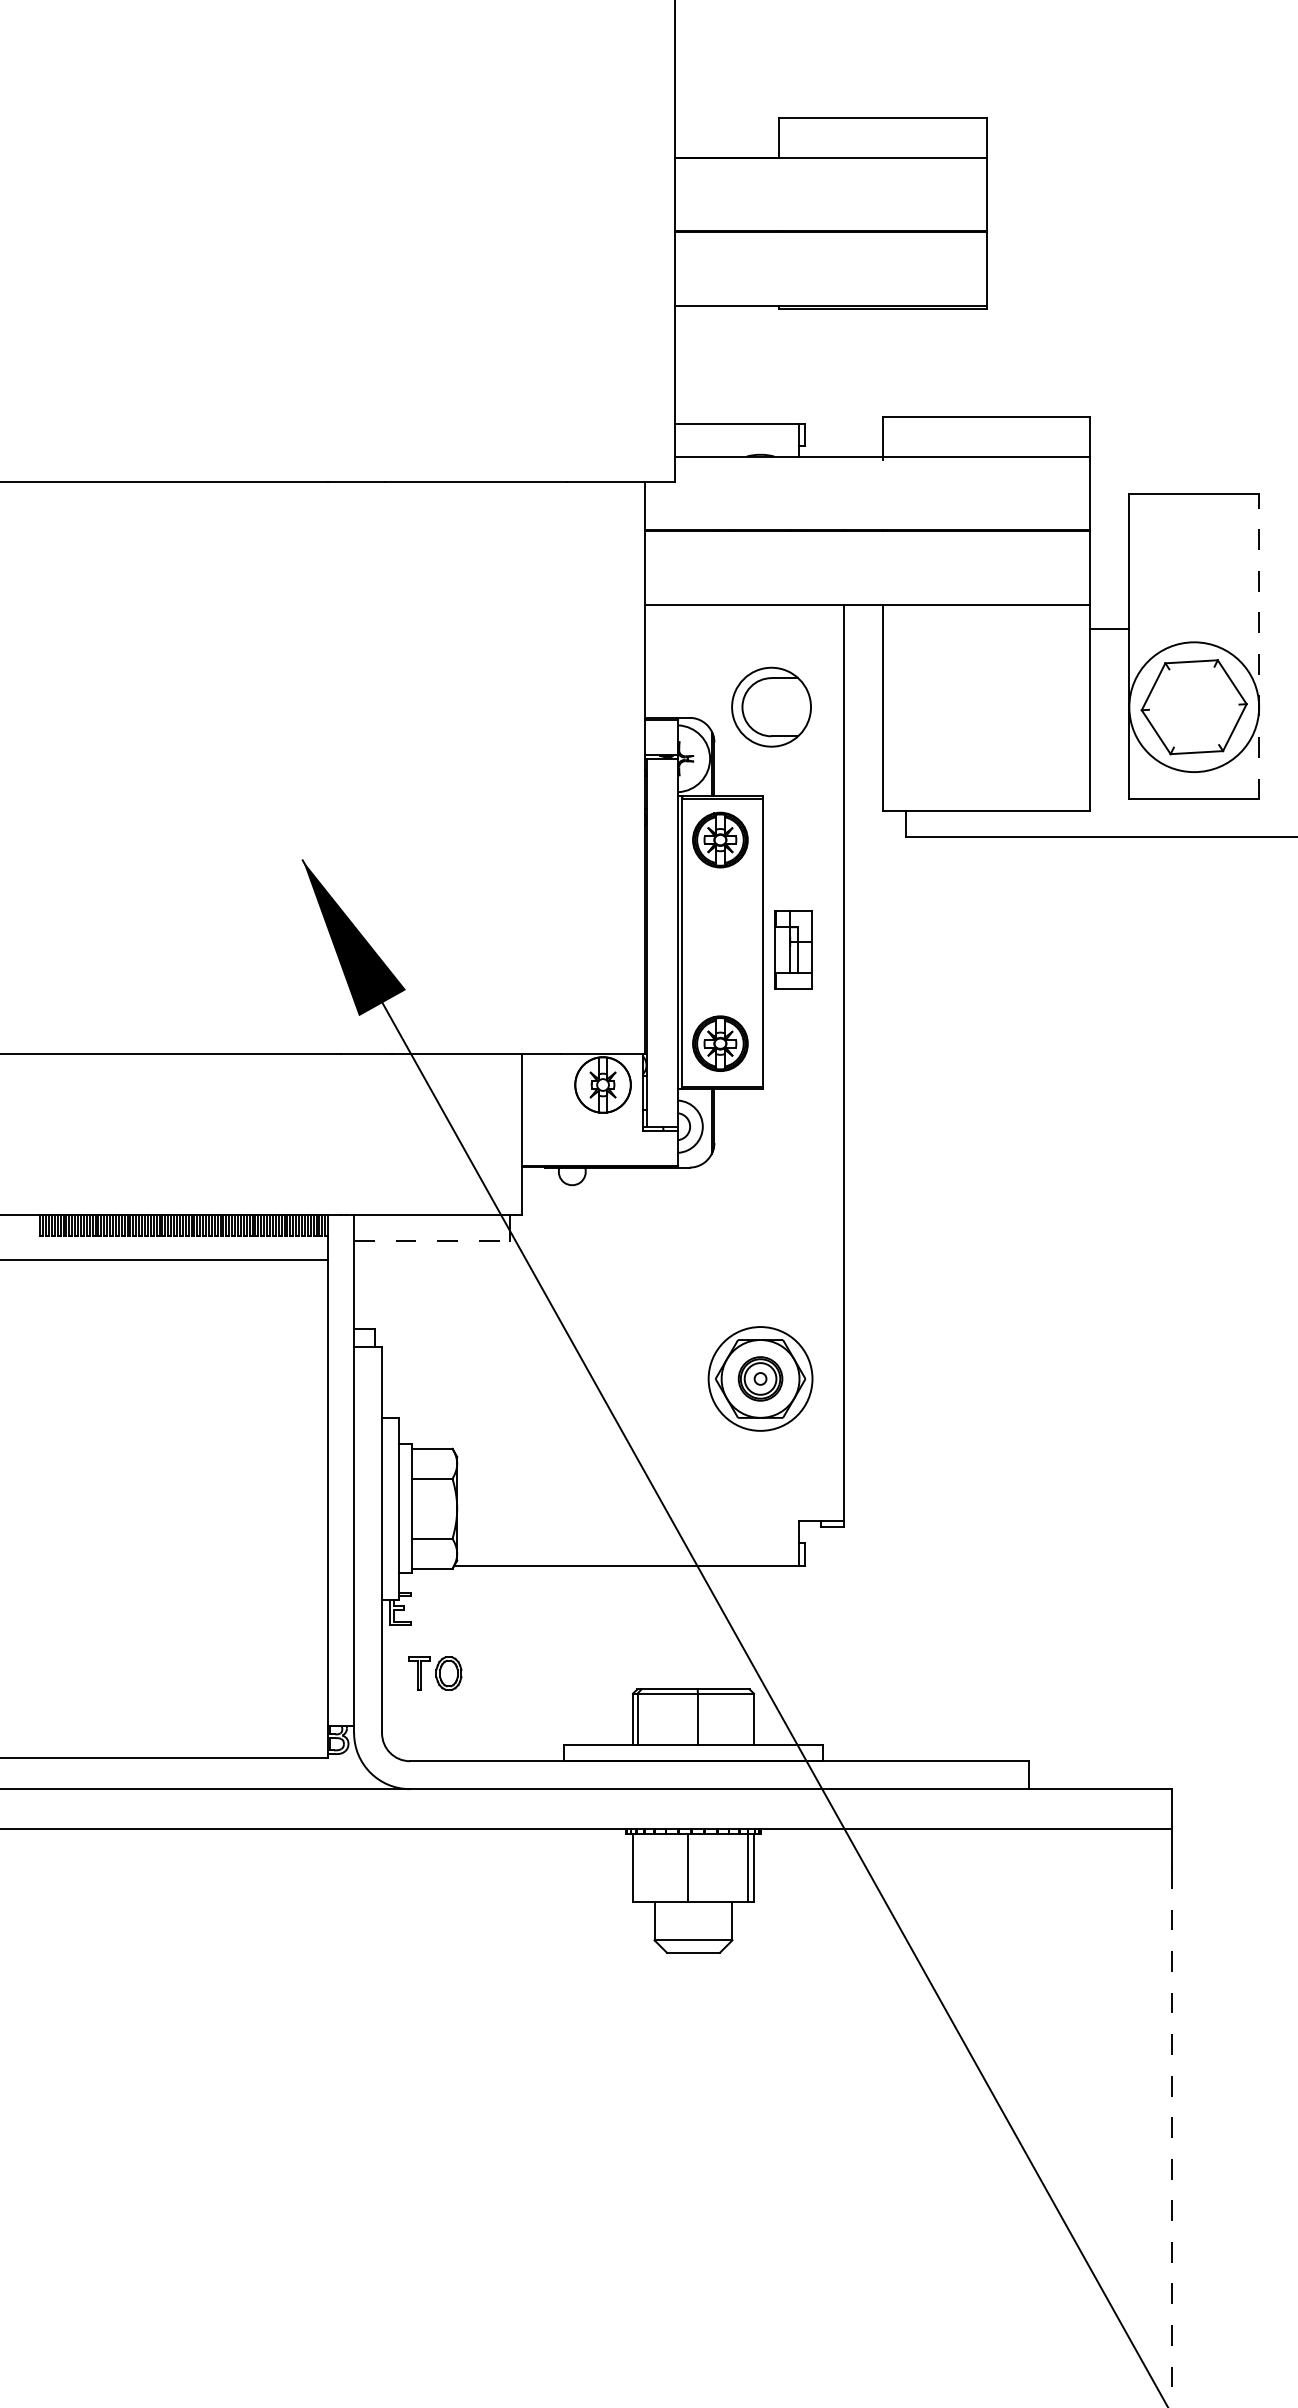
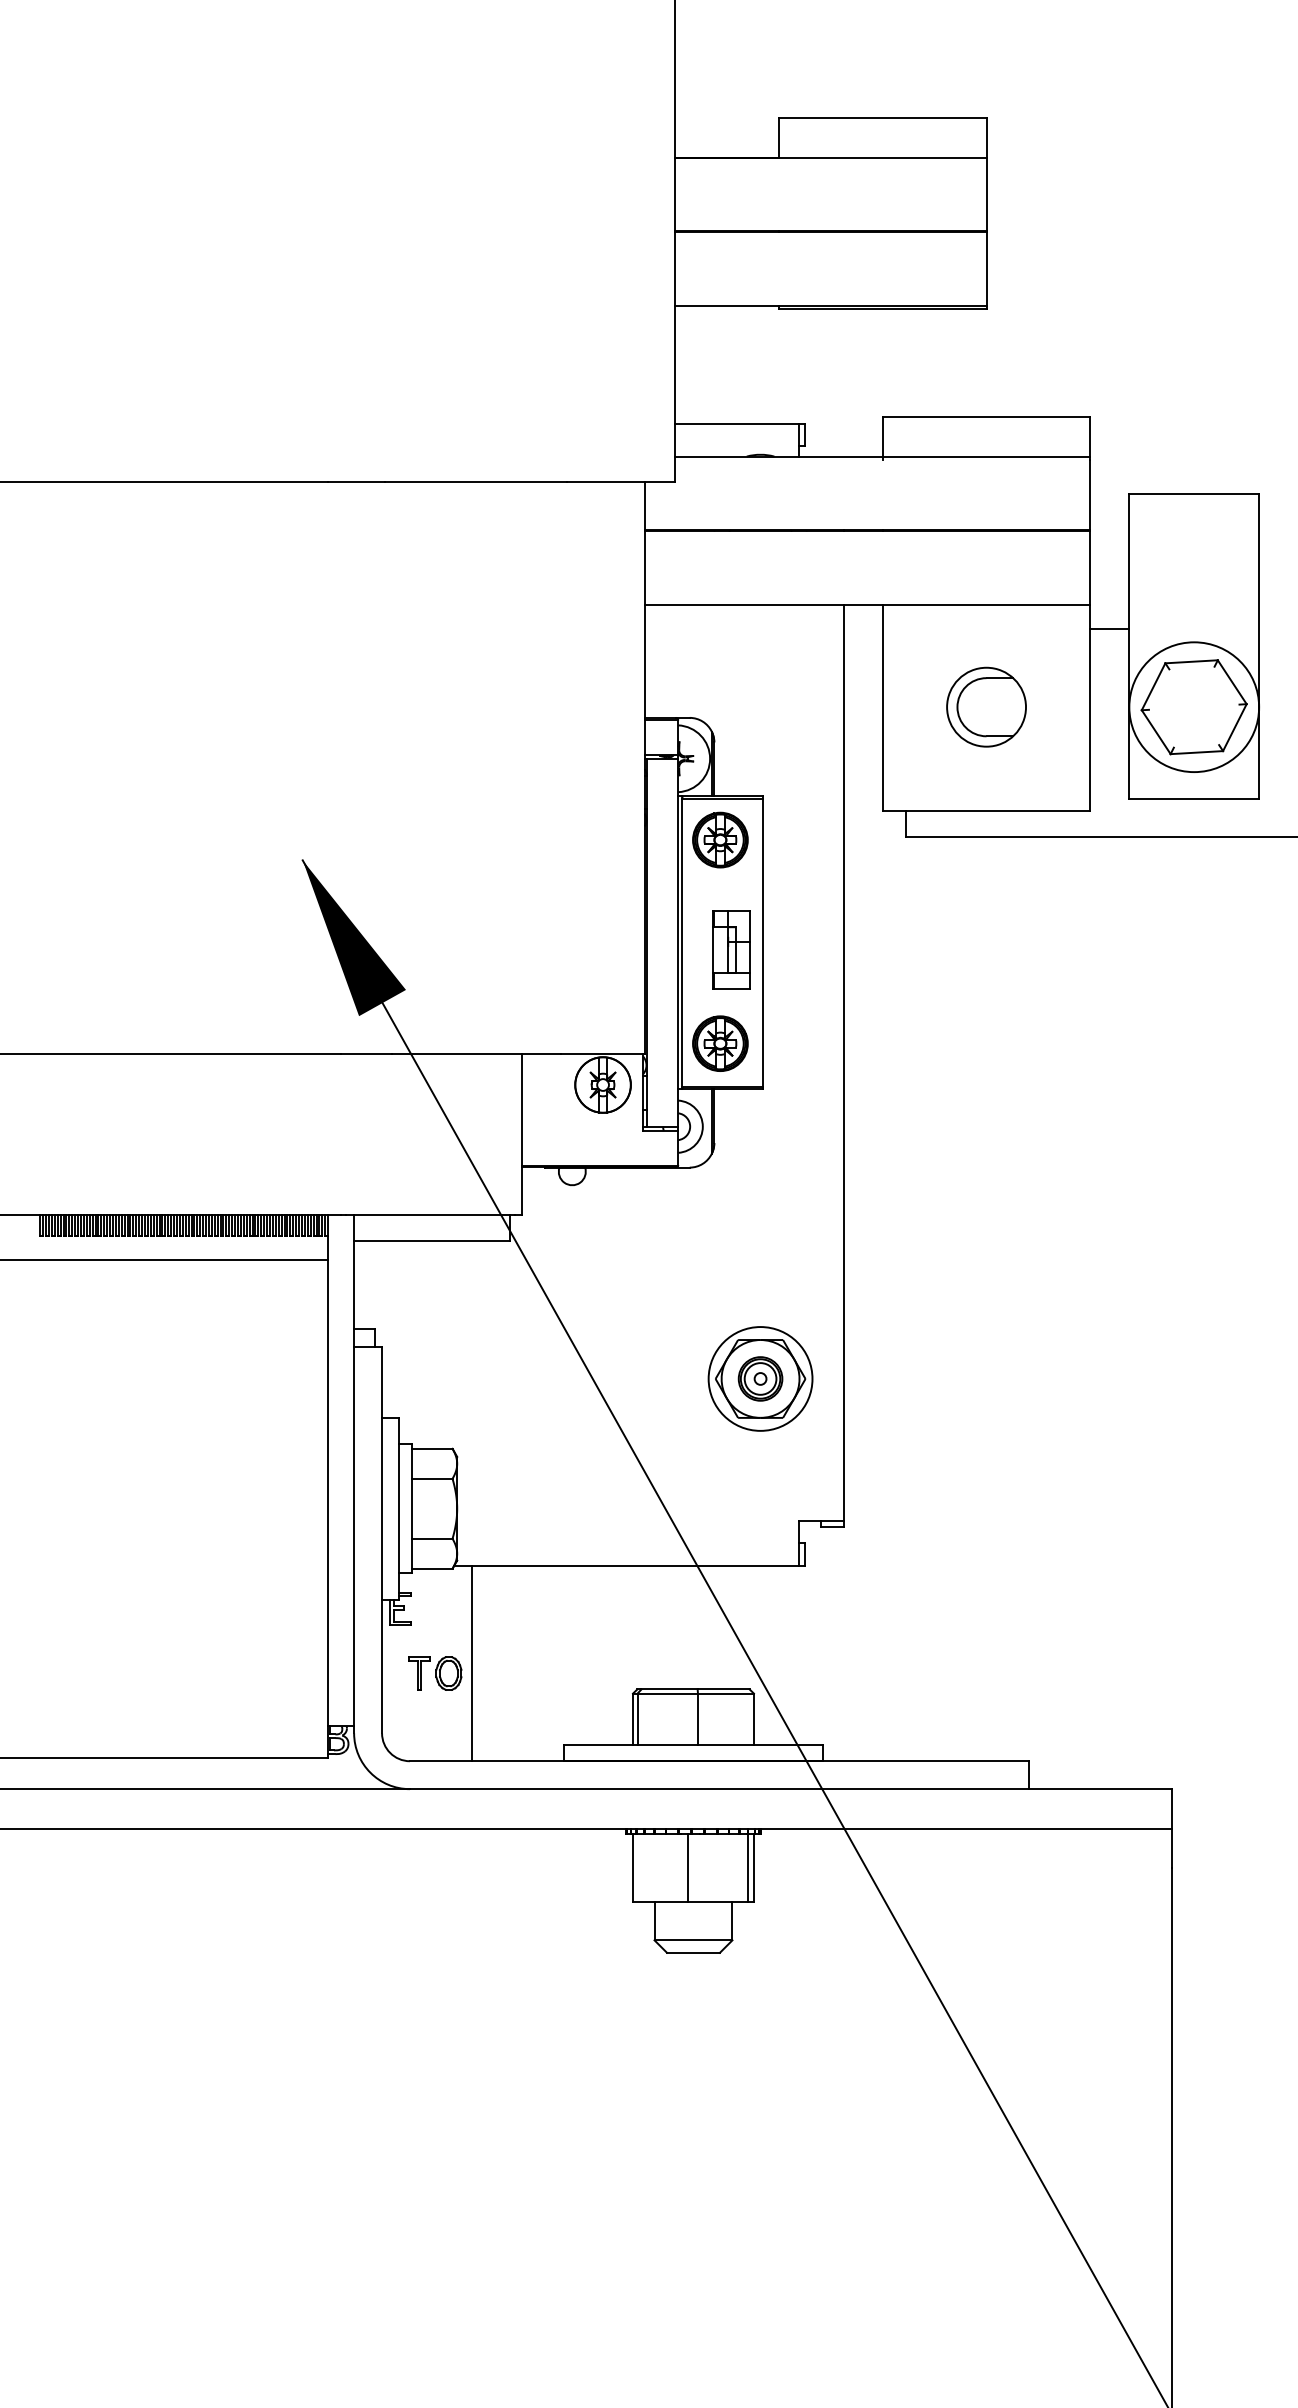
line at (1259, 646): dashed -> solid
part at (771, 706) position: (771, 706) -> (986, 706)
part at (793, 949) position: (793, 949) -> (731, 949)
line at (432, 1240): dashed -> solid
line at (472, 1663): none -> present
line at (1172, 2138): dashed -> solid
